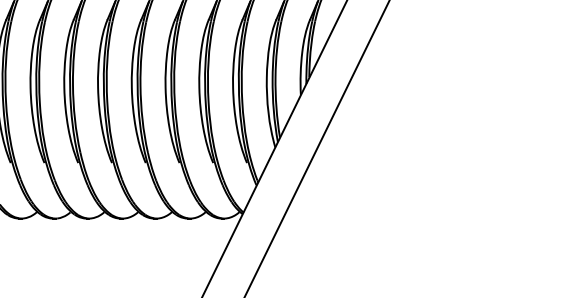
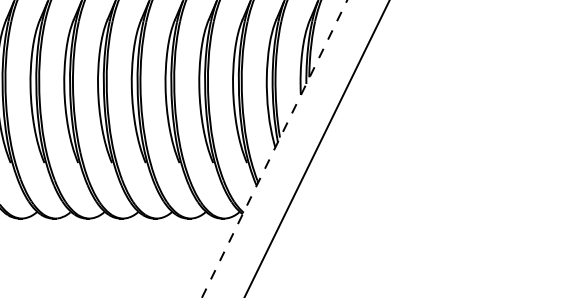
line at (274, 149): solid -> dashed
